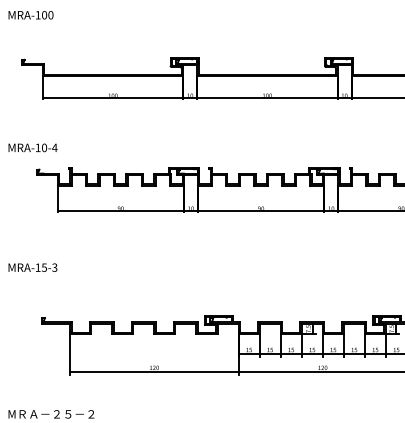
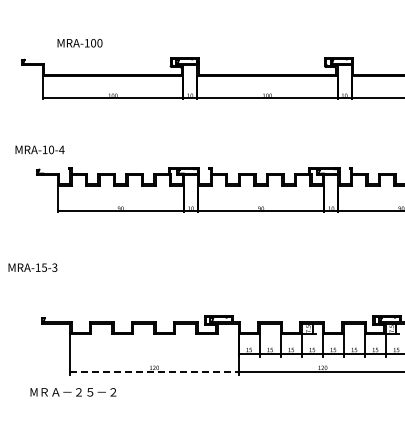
text at (30, 15) position: (30, 15) -> (79, 43)
text at (32, 147) position: (32, 147) -> (39, 149)
line at (154, 372): solid -> dashed
text at (51, 414) position: (51, 414) -> (73, 392)
